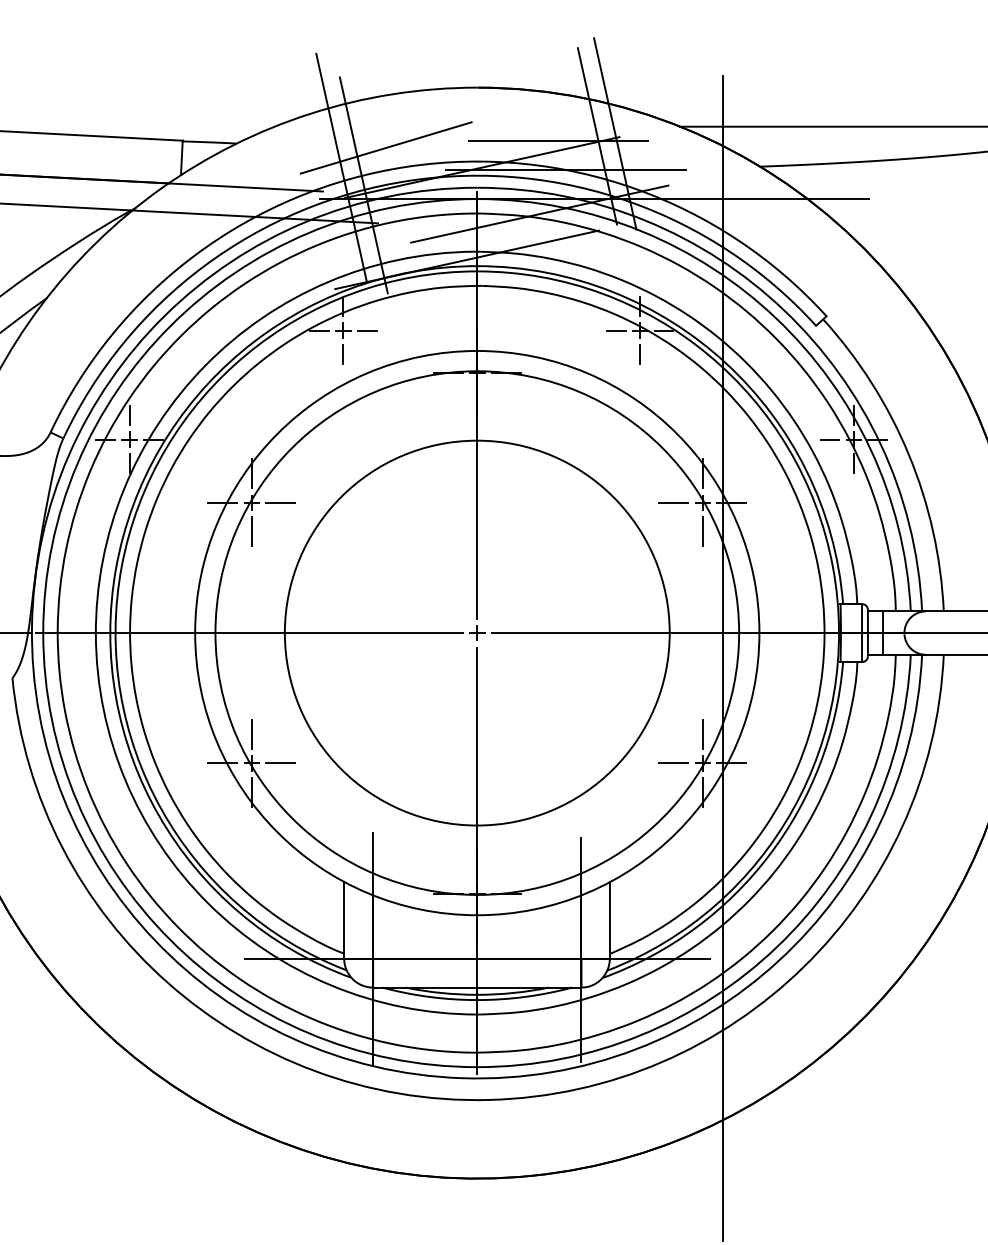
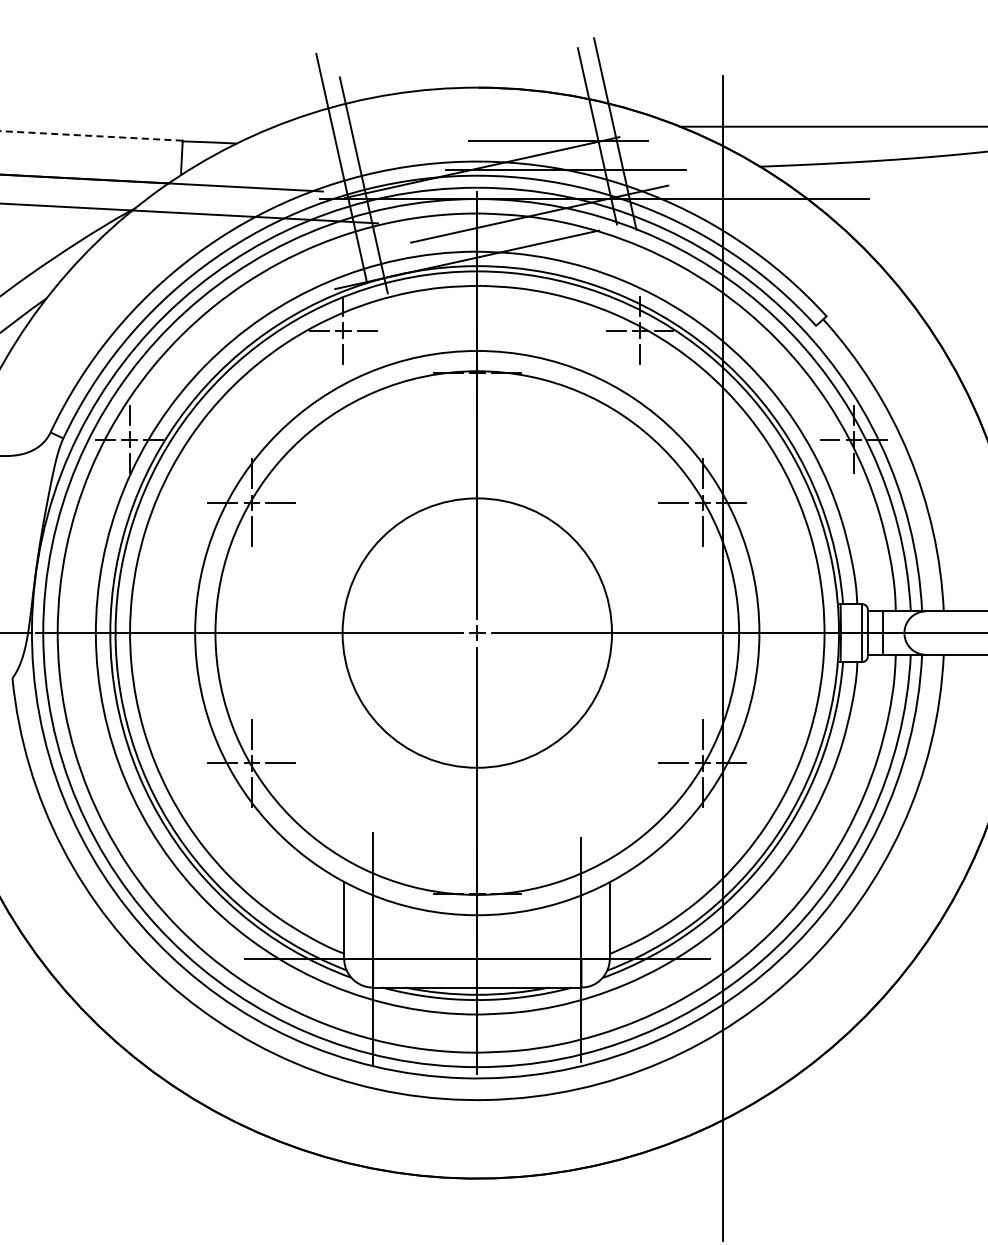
line at (91, 135): solid -> dashed
line at (385, 147): present -> none
circle at (476, 632) diameter: 385 px -> 269 px
